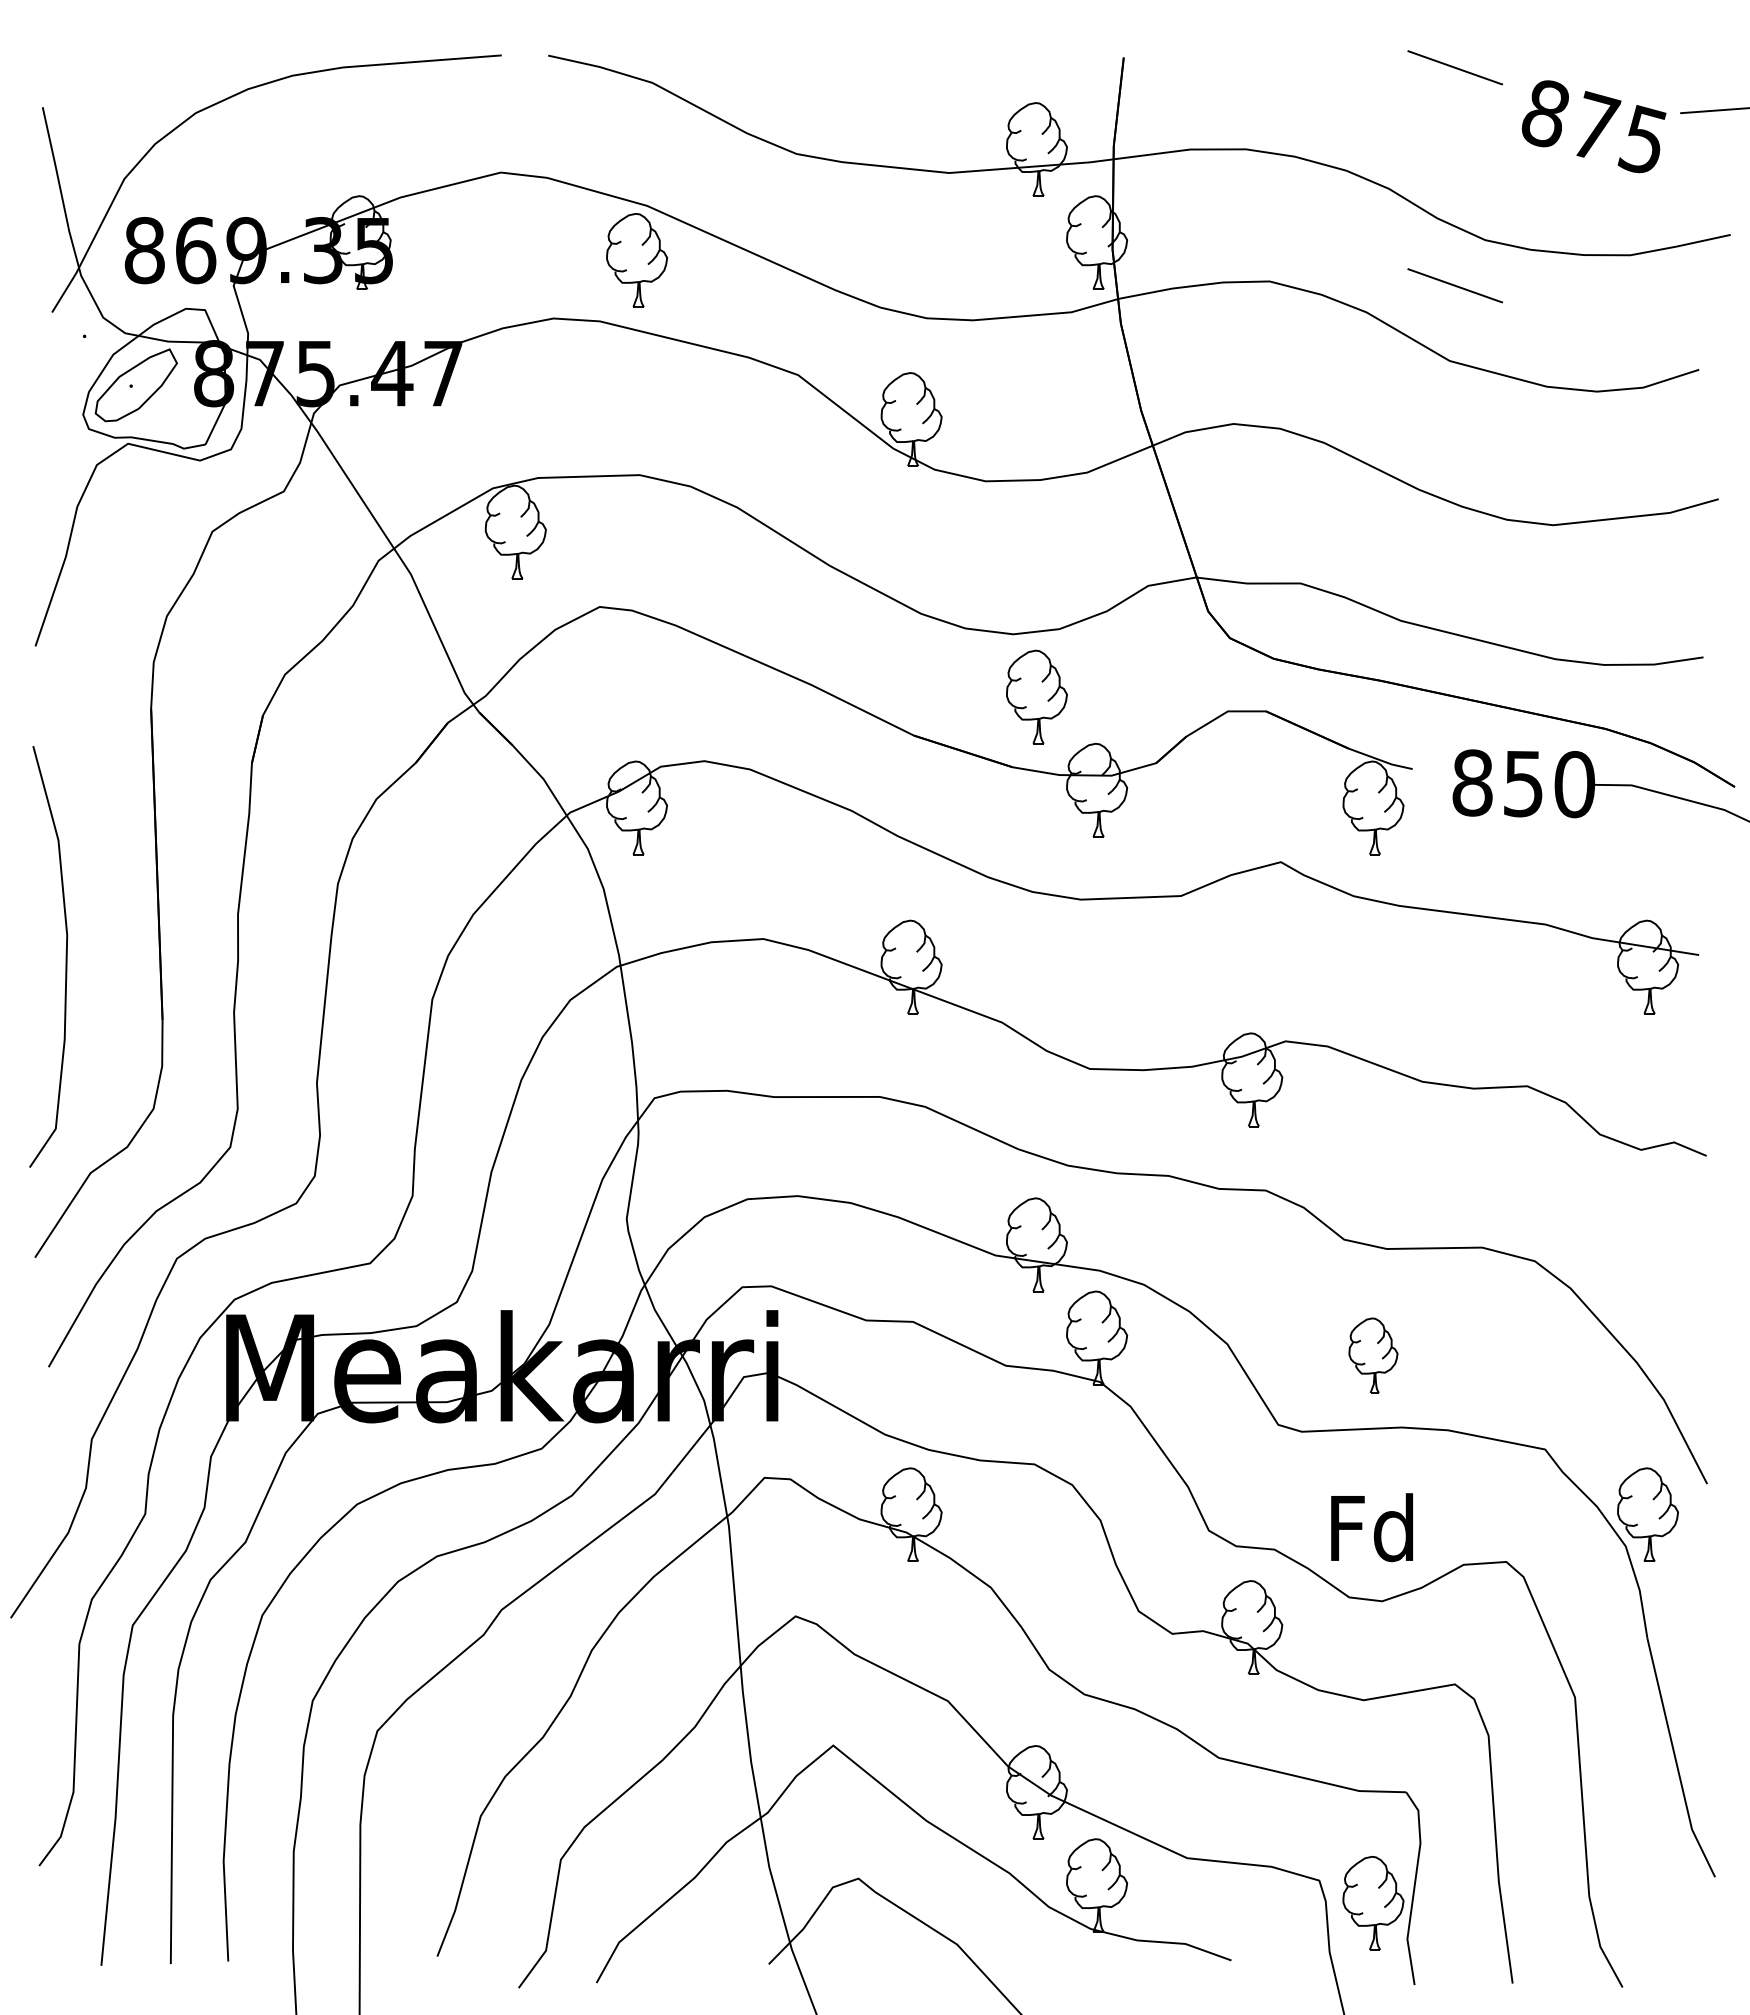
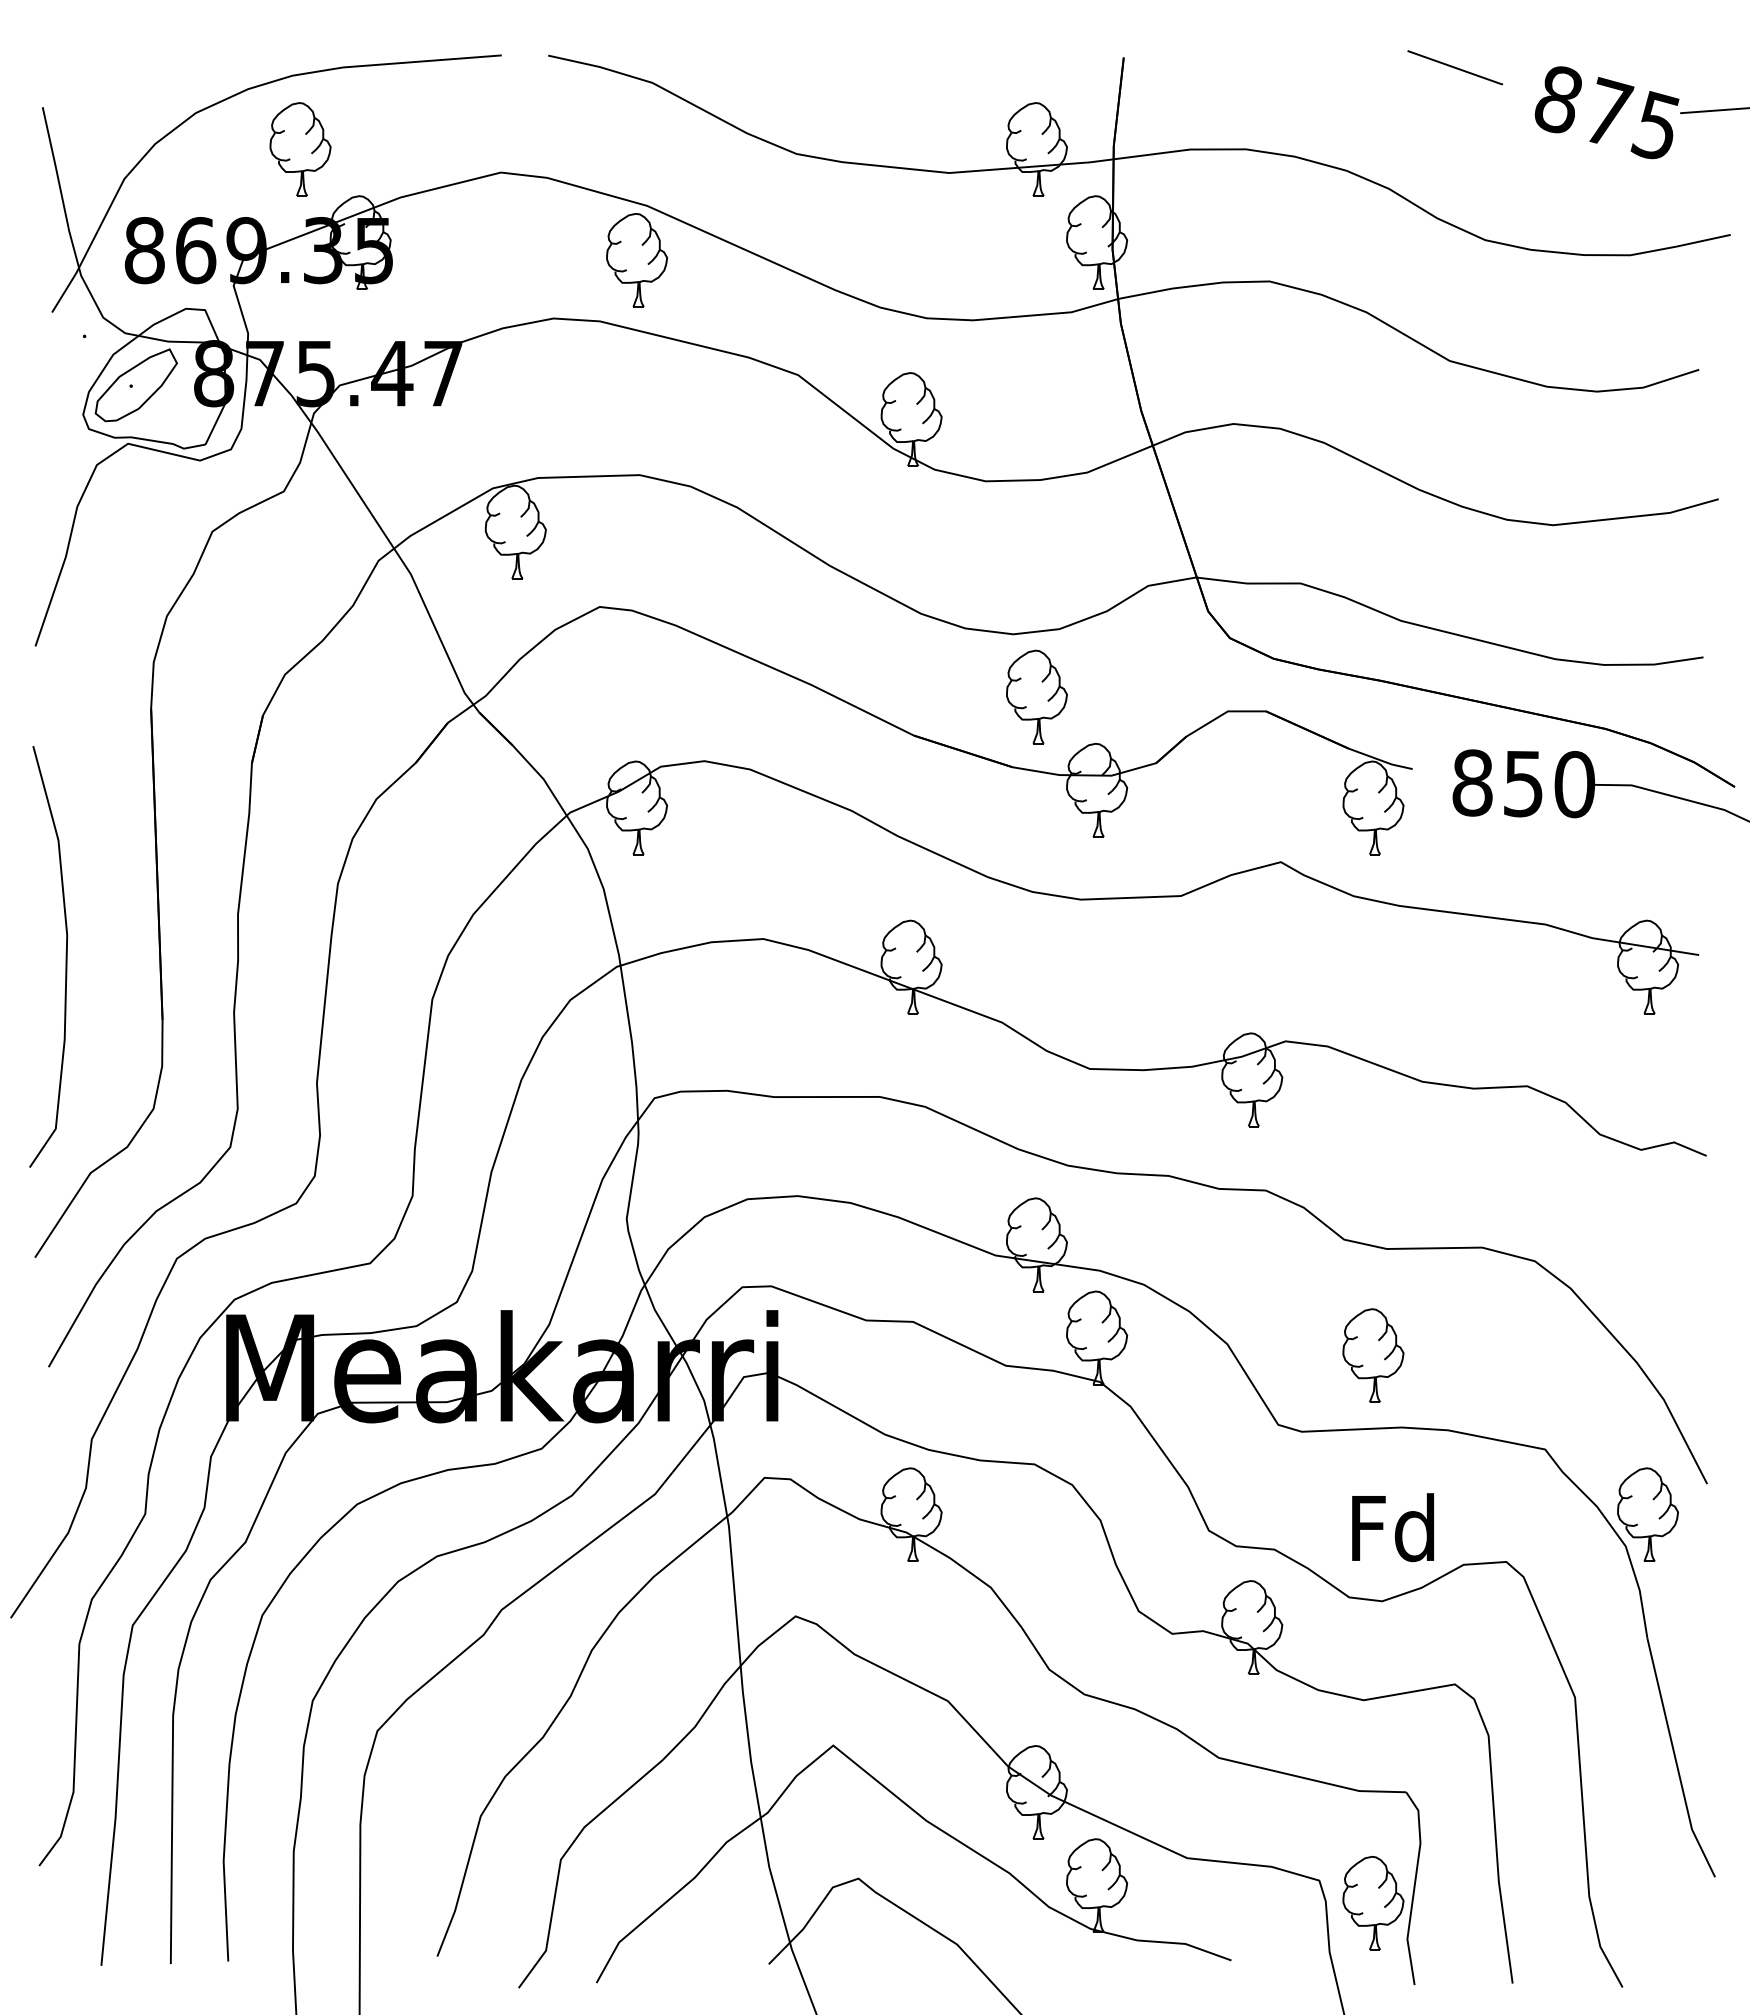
text at (1593, 126) position: (1593, 126) -> (1606, 112)
part at (300, 149): none -> present
line at (1454, 285): present -> none
part at (1373, 1355) size: 51x77 px -> 63x95 px
text at (1371, 1527) position: (1371, 1527) -> (1392, 1527)
